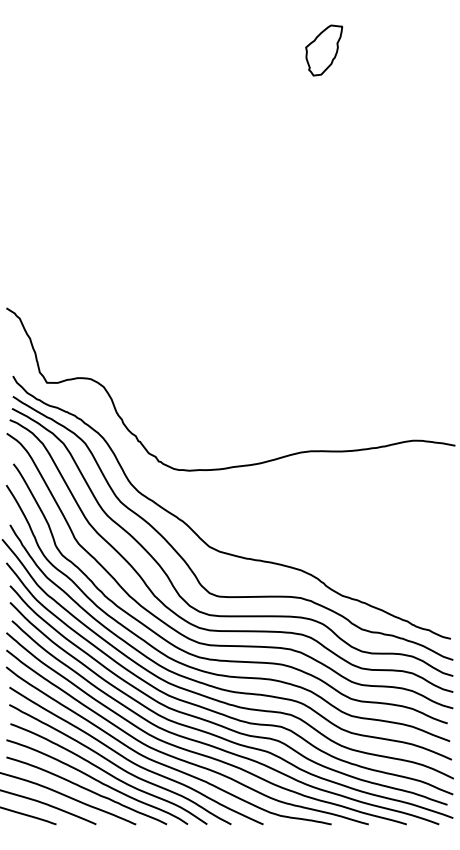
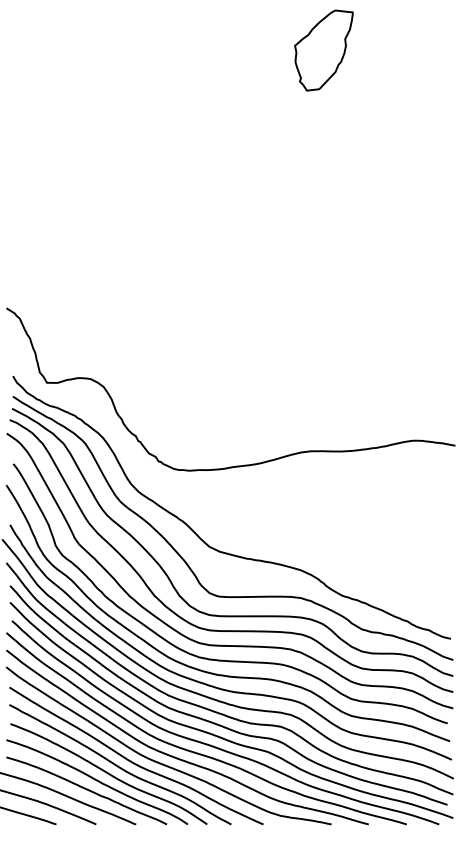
part at (324, 50) size: 39x53 px -> 60x83 px
